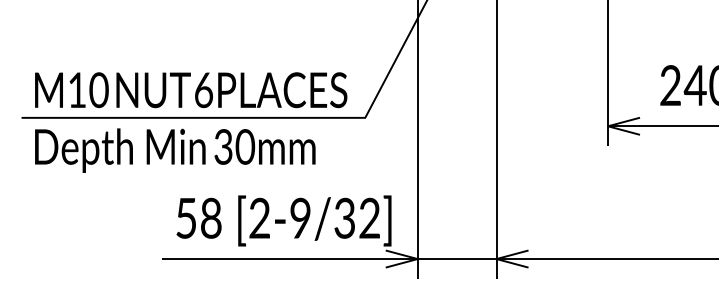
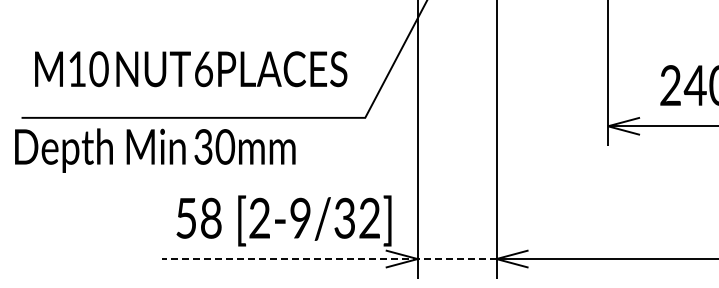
text at (191, 90) position: (191, 90) -> (191, 69)
text at (175, 150) position: (175, 150) -> (155, 150)
line at (328, 259): solid -> dashed
